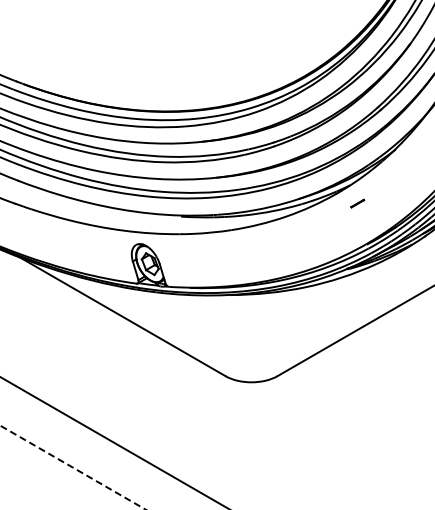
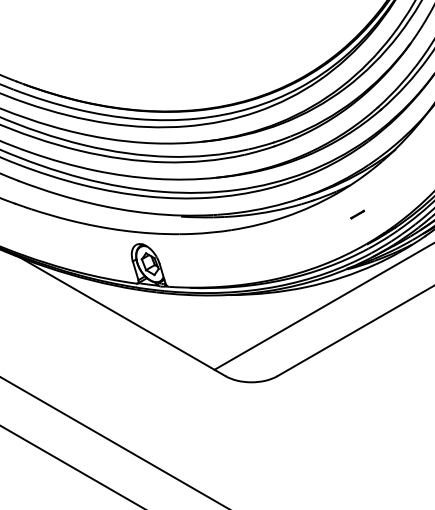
line at (357, 203) position: (357, 203) -> (357, 214)
line at (322, 306): none -> present
line at (73, 467): dashed -> solid
